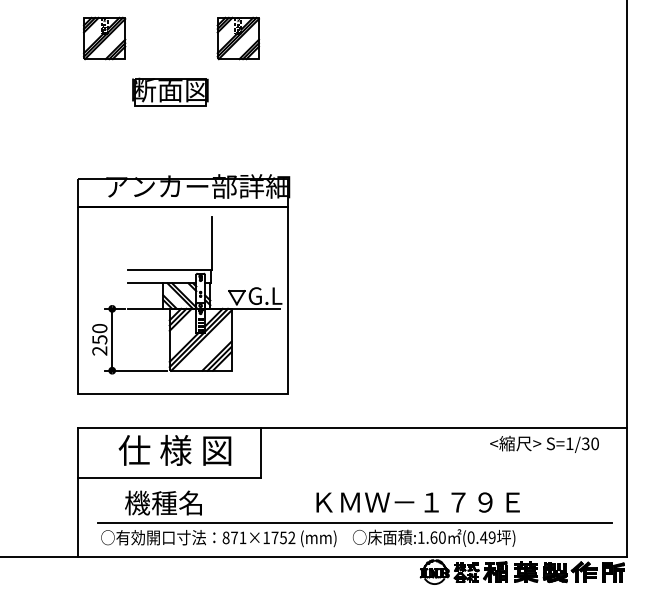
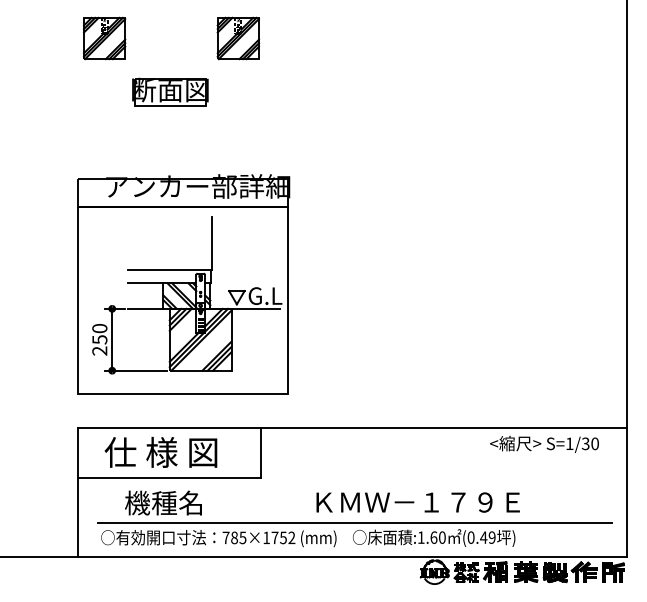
text at (174, 450) position: (174, 450) -> (160, 452)
text at (234, 537): 871×1752 -> 785×1752
